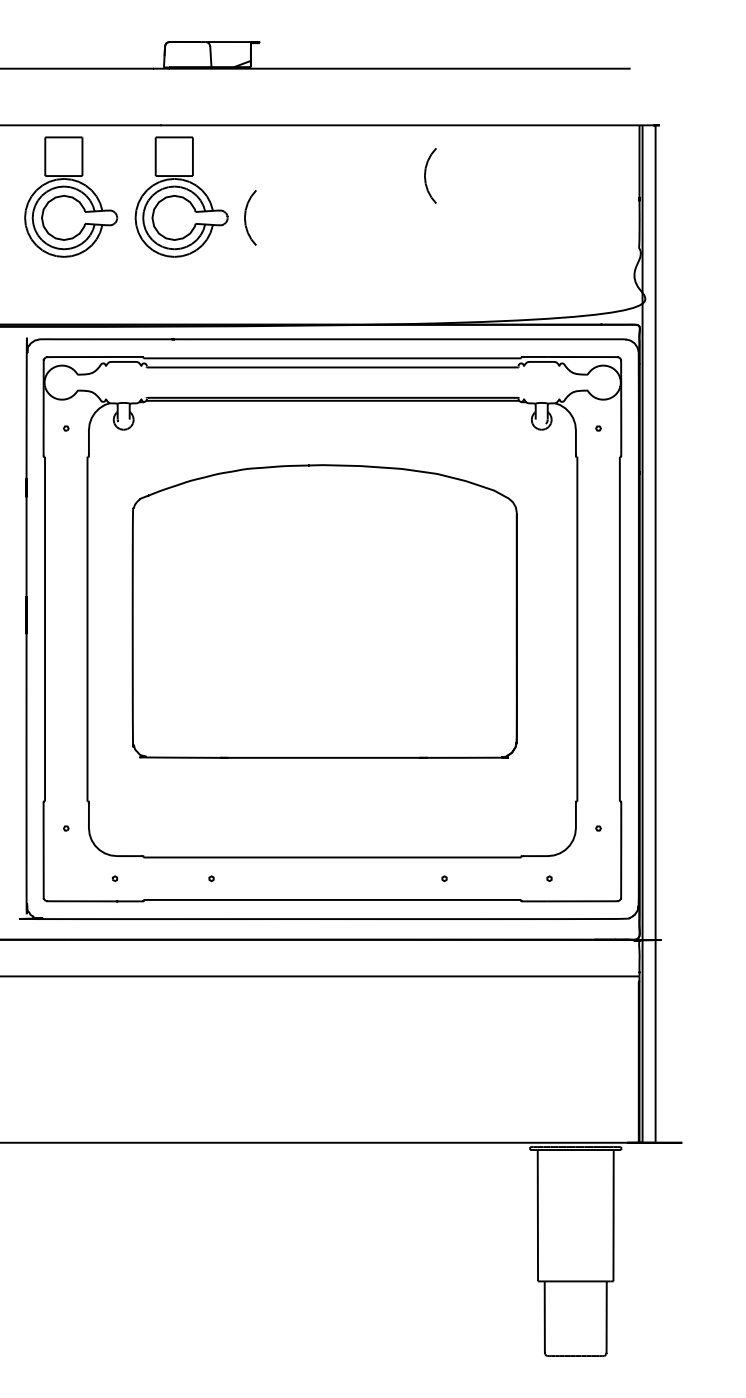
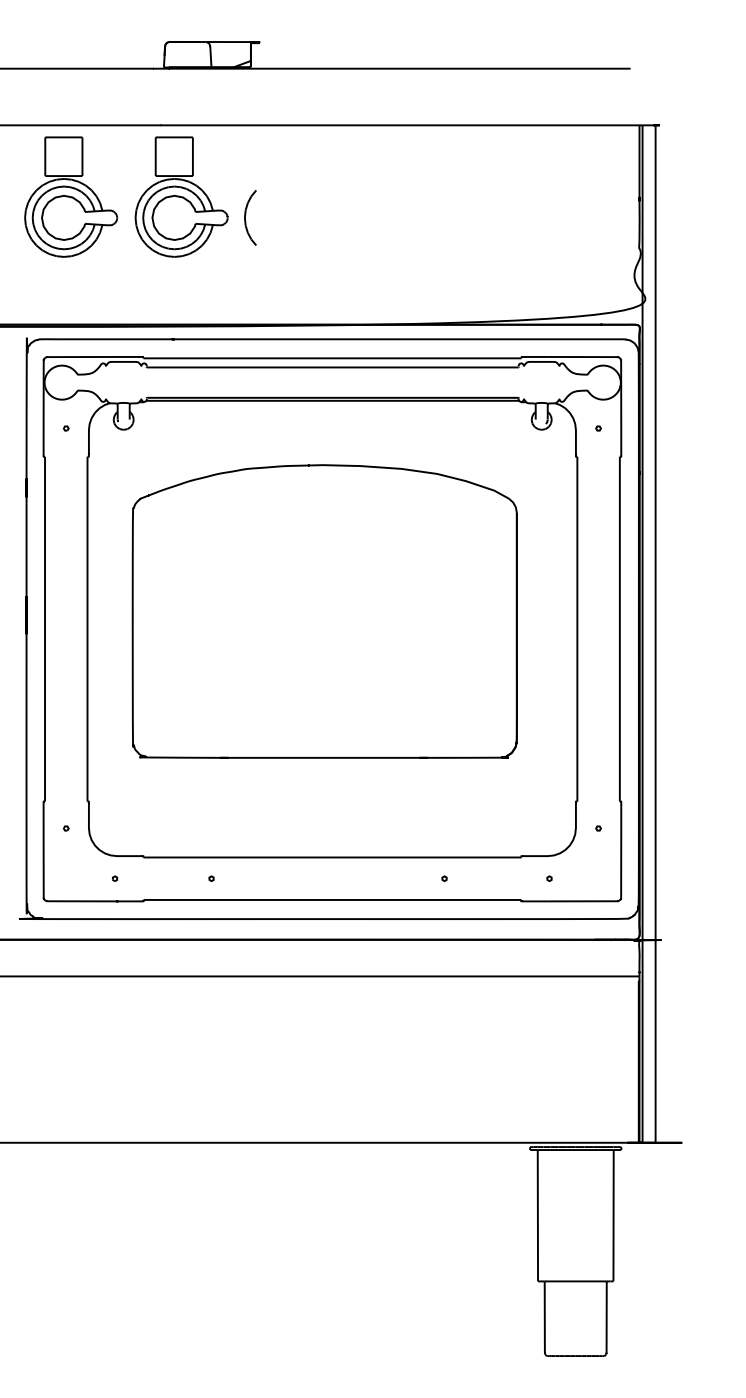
part at (430, 175): present -> none
